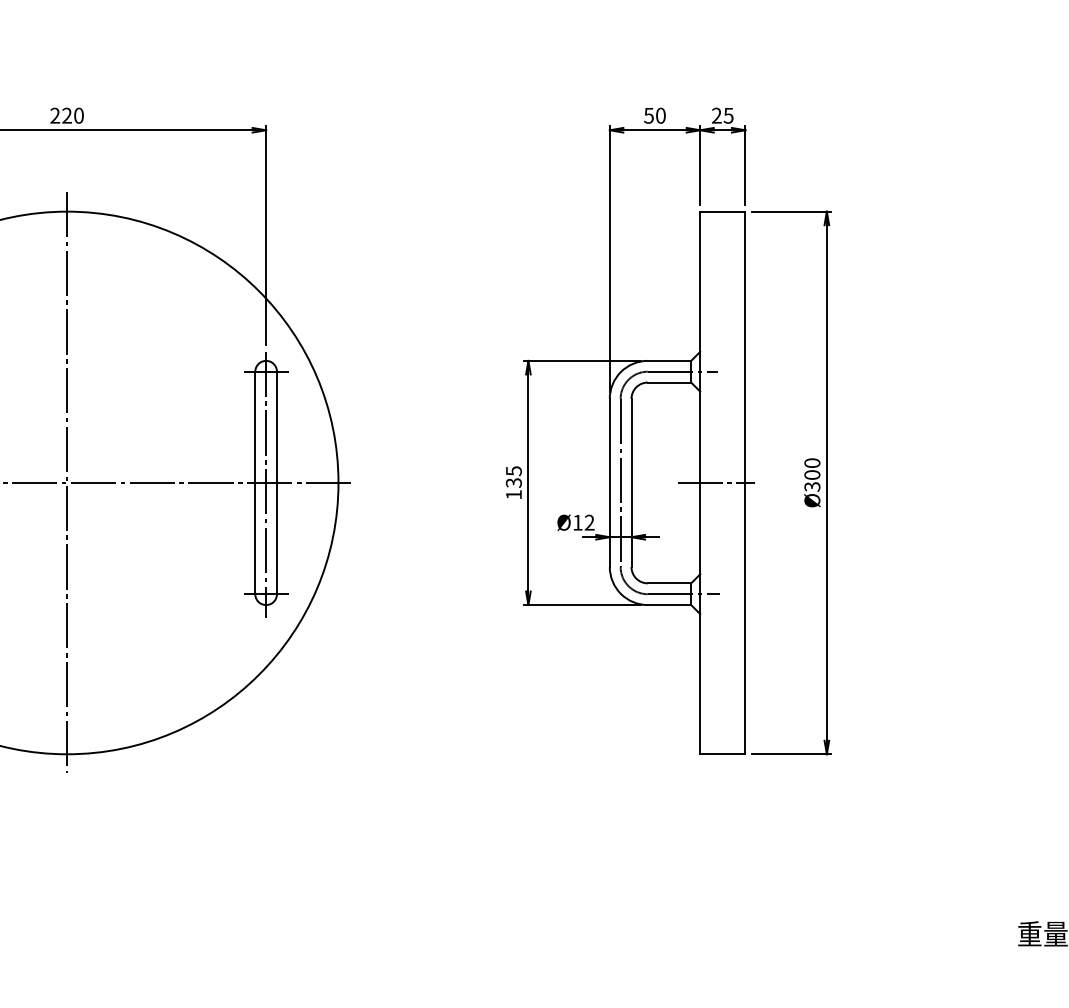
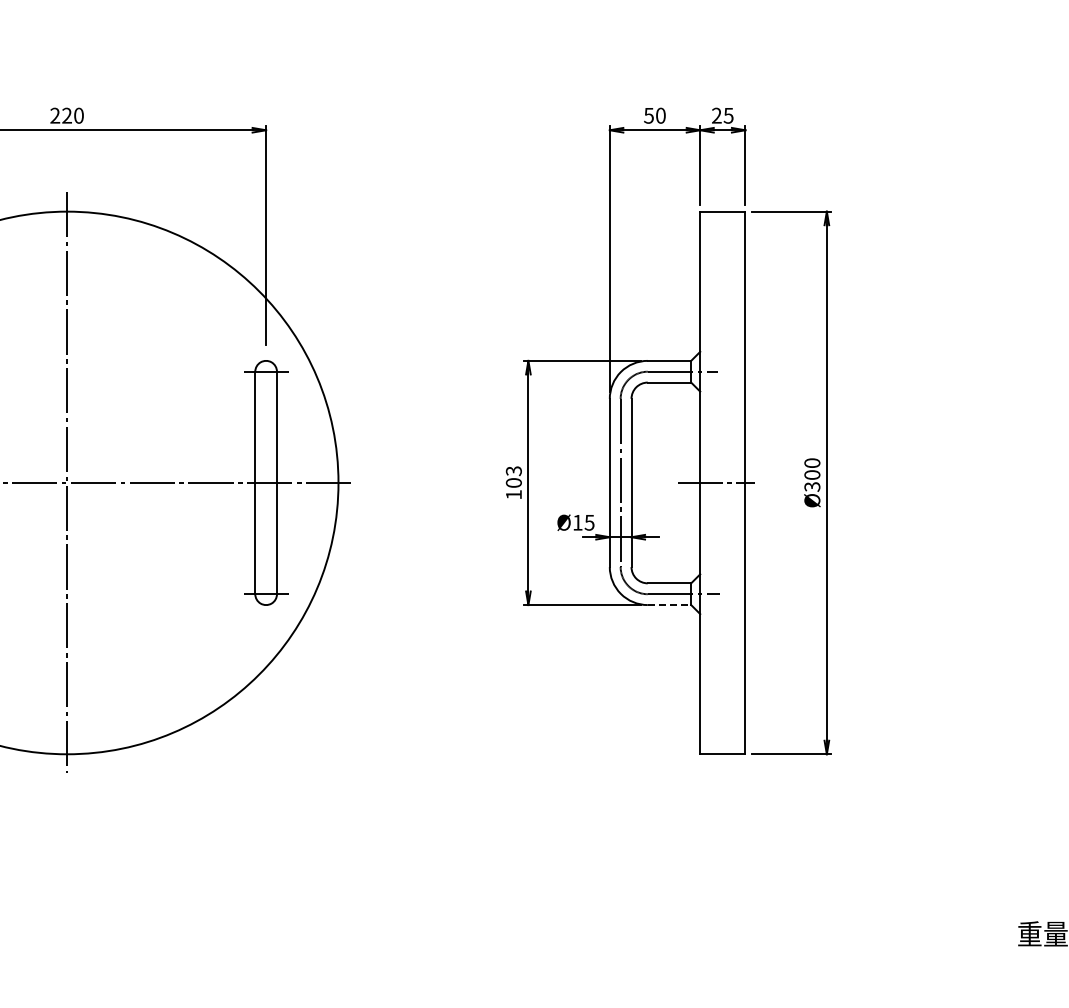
text at (513, 476): 135 -> 103
line at (266, 484): present -> none
text at (589, 522): Ø12 -> Ø15
line at (669, 605): solid -> dashed
